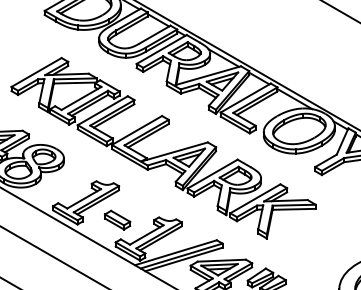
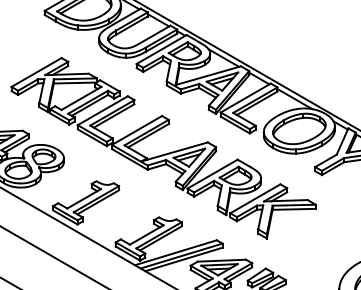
line at (340, 11): present -> none
part at (117, 219): present -> none
